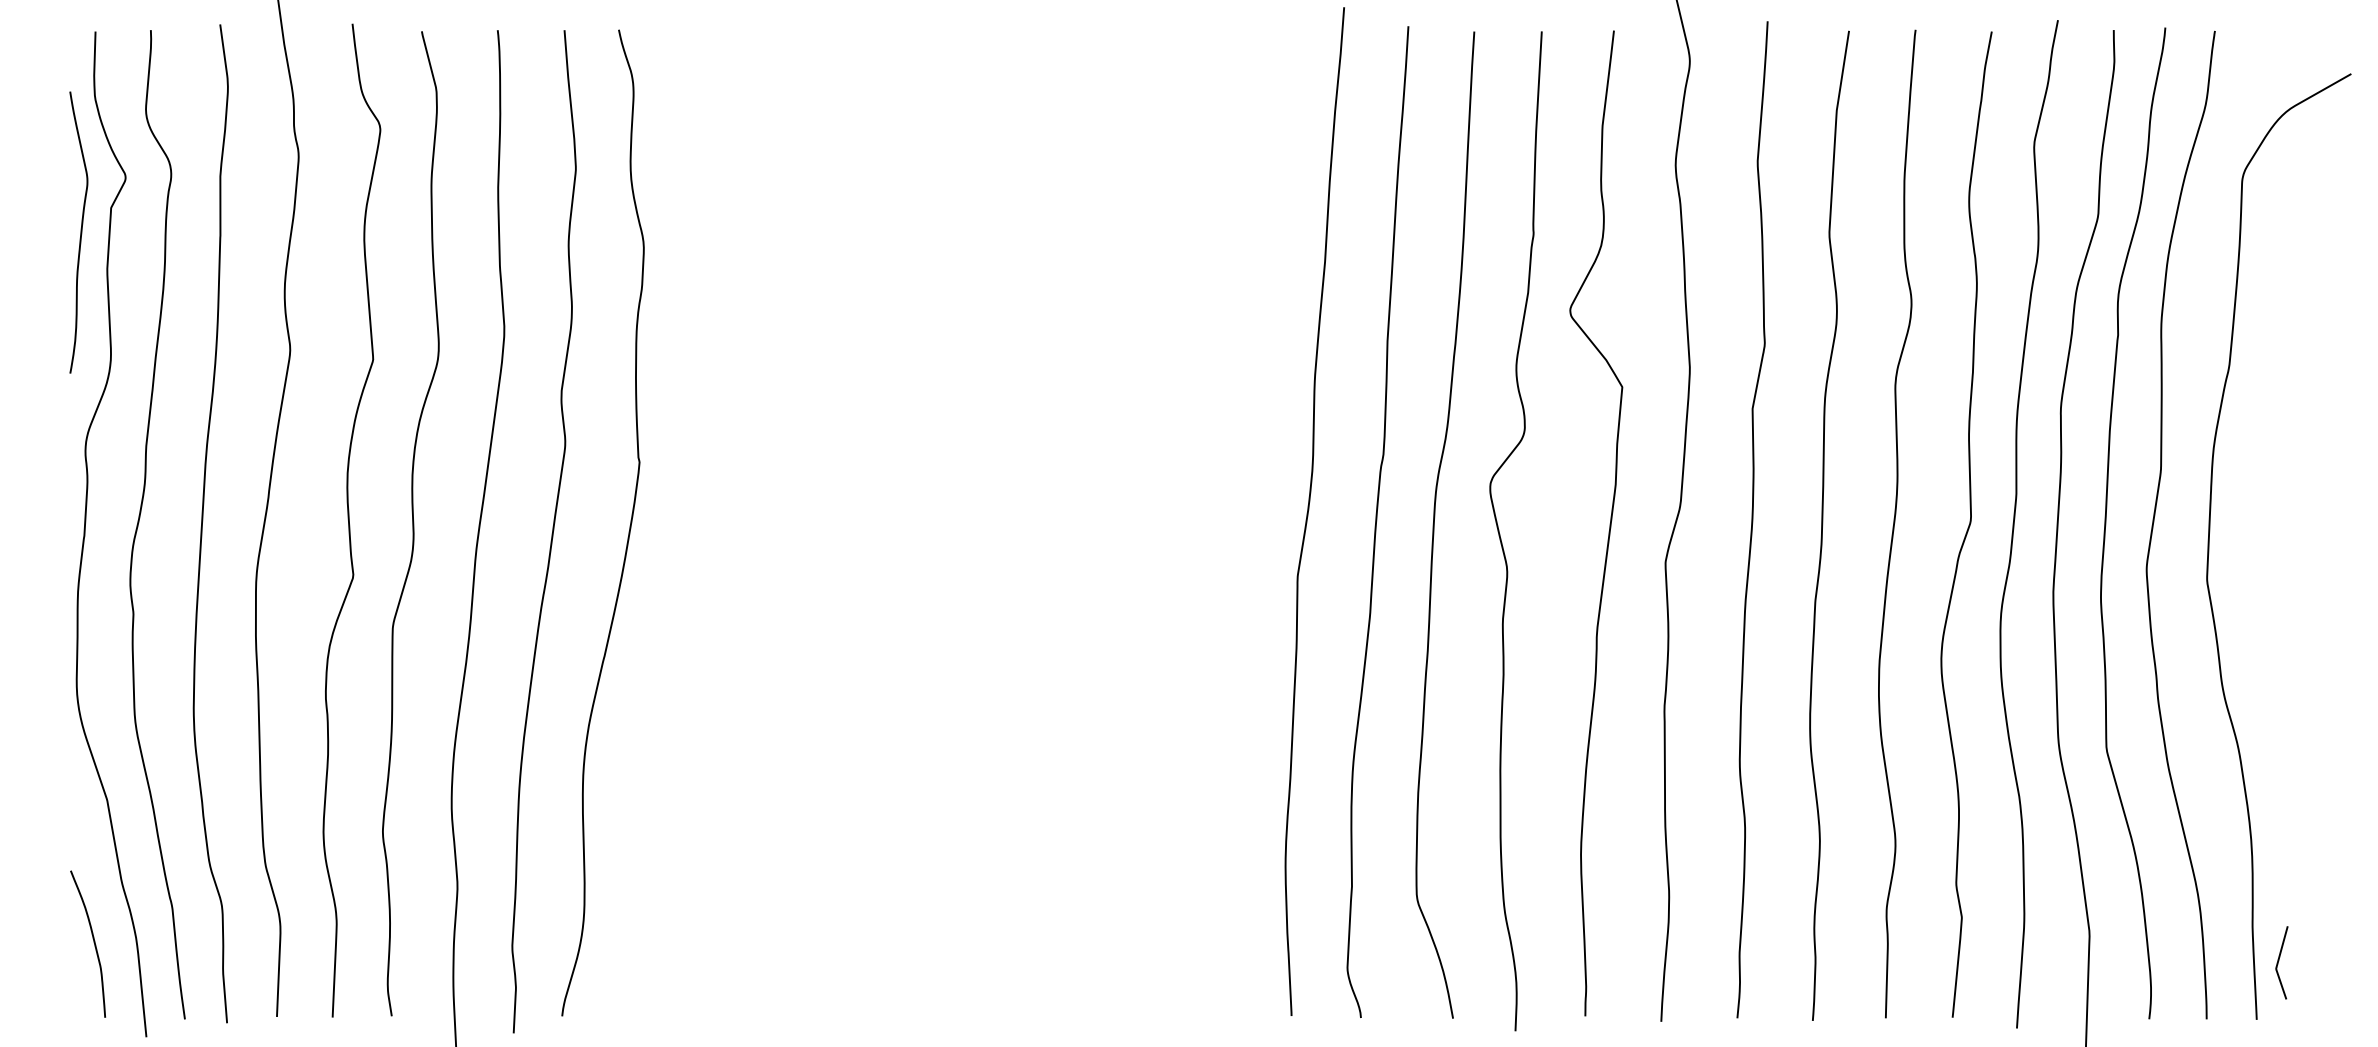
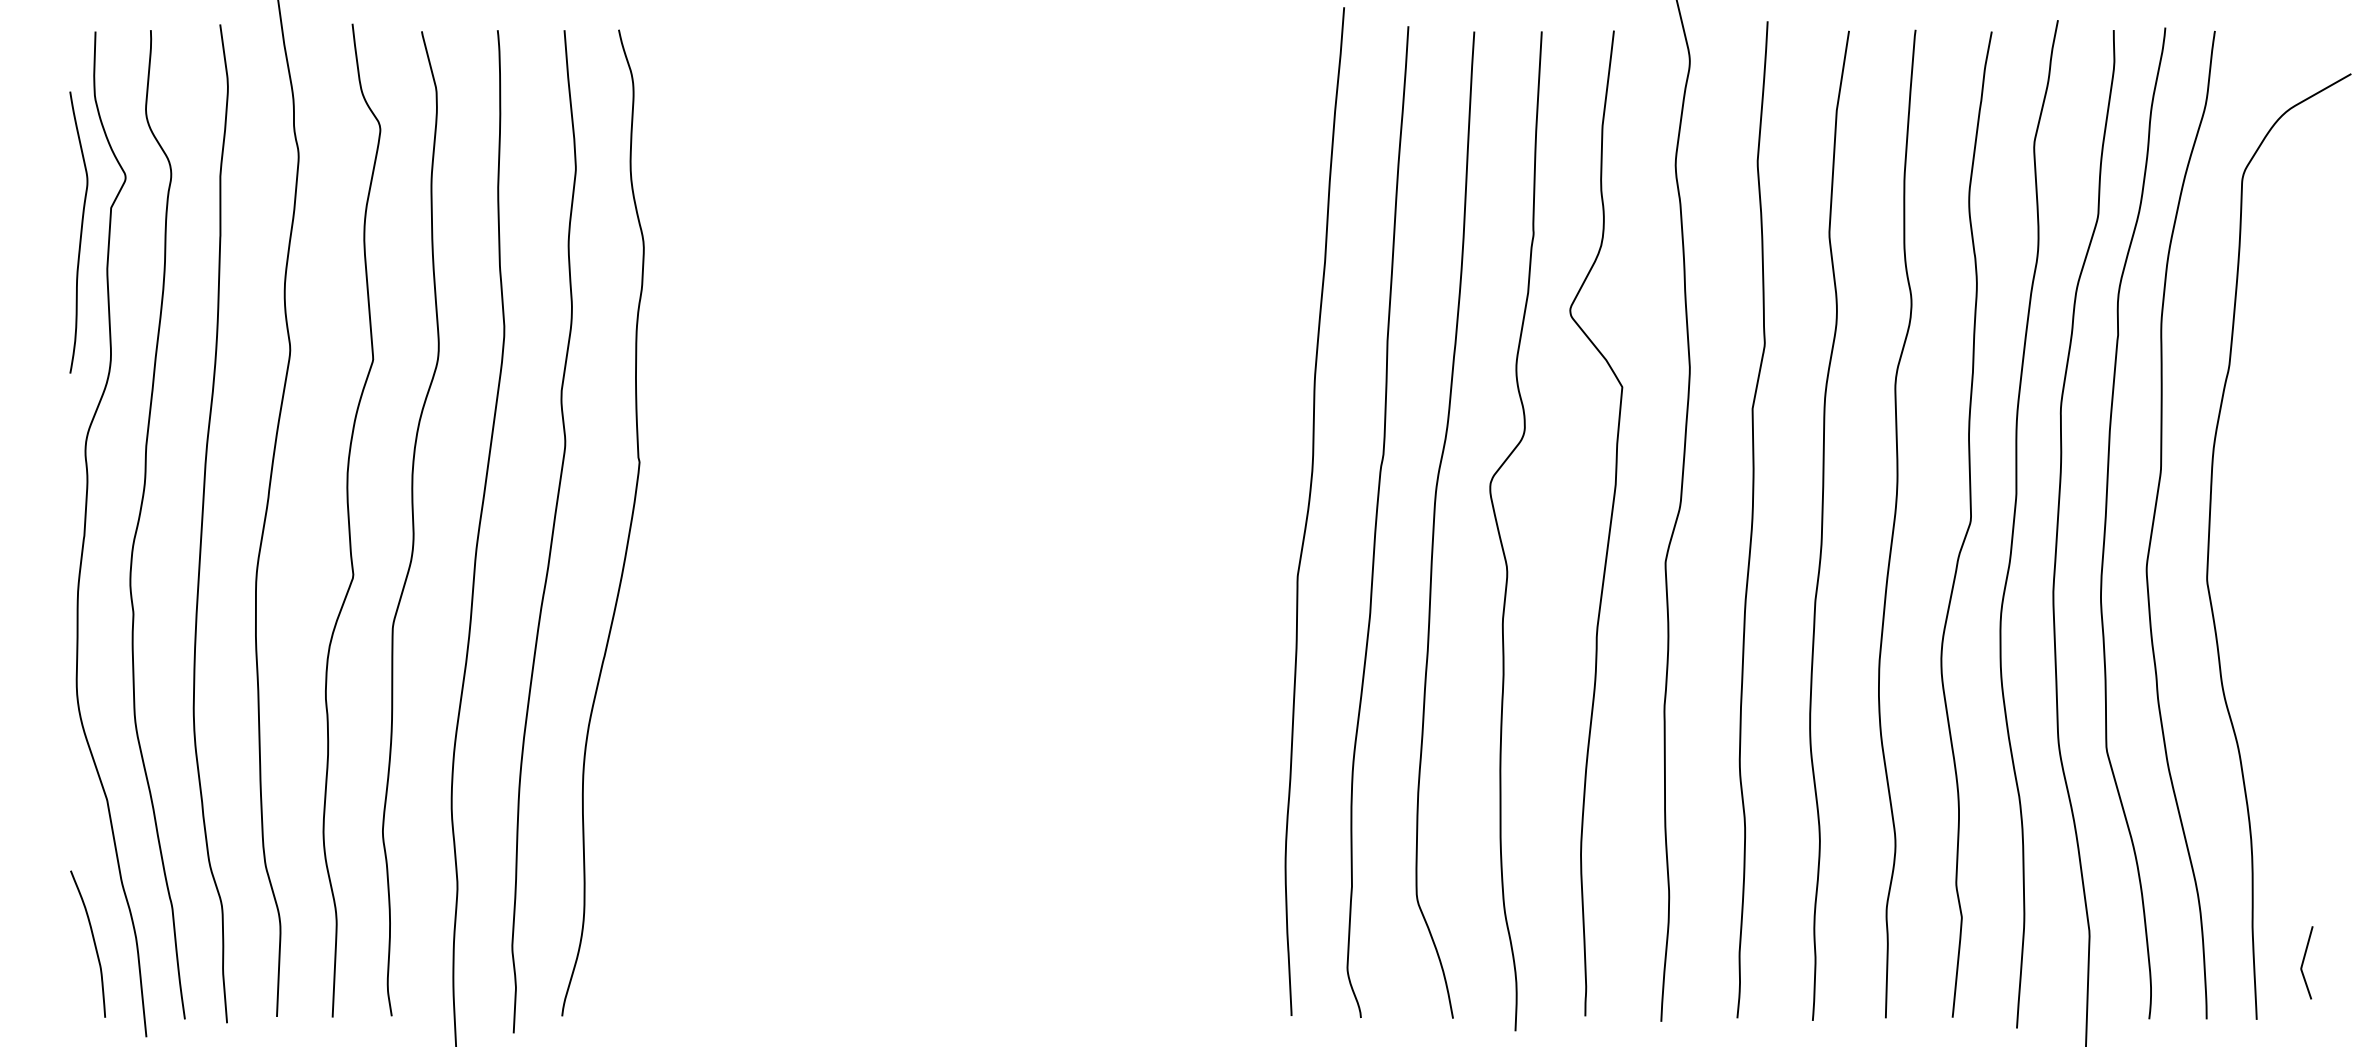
curve at (2279, 961) position: (2279, 961) -> (2304, 961)
